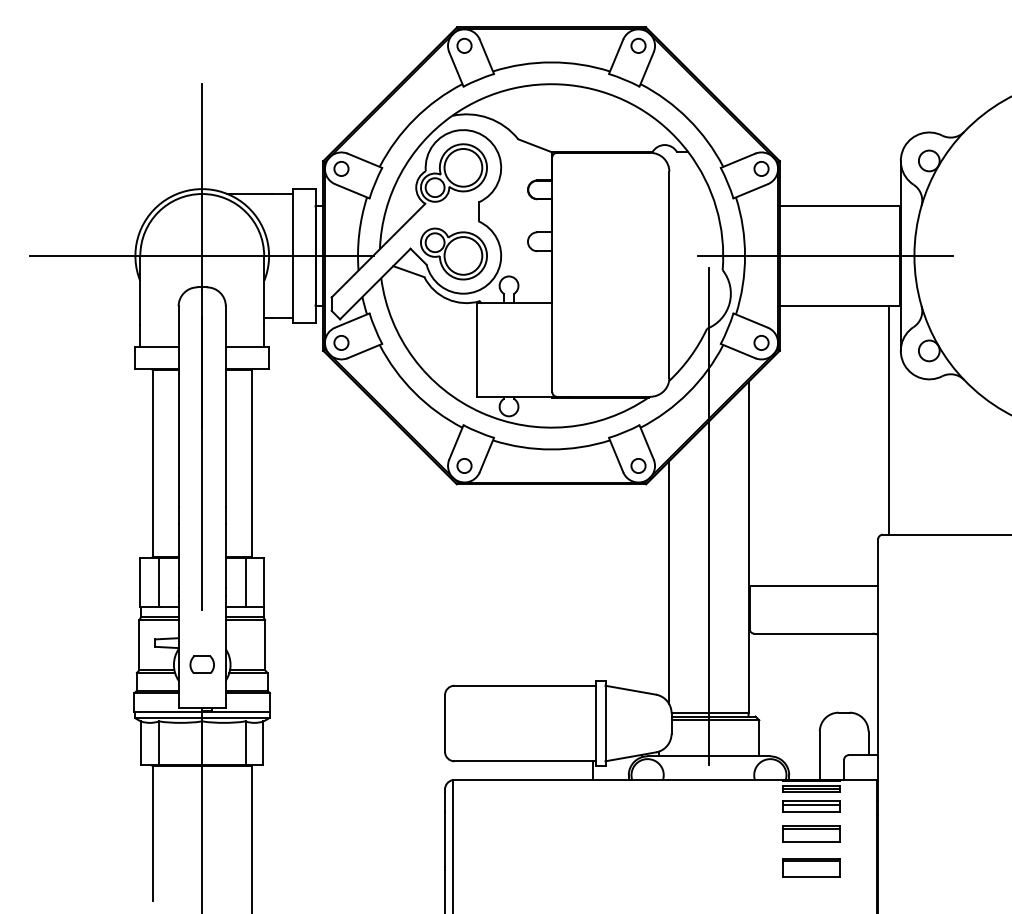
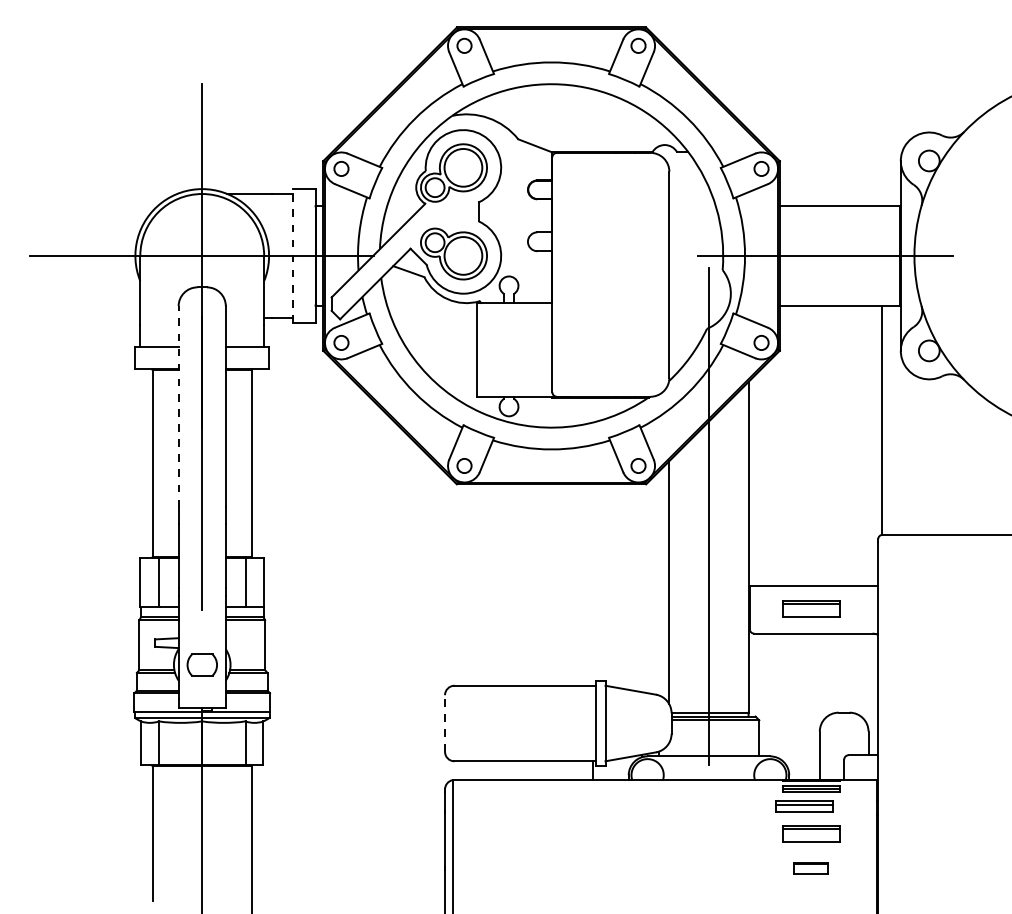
line at (292, 255): solid -> dashed
line at (178, 406): solid -> dashed
line at (889, 419) position: (889, 419) -> (882, 419)
part at (811, 608): none -> present
part at (201, 664) size: 26x19 px -> 32x24 px
line at (445, 723): solid -> dashed
part at (811, 806) position: (811, 806) -> (804, 806)
part at (811, 867) size: 59x20 px -> 36x13 px
